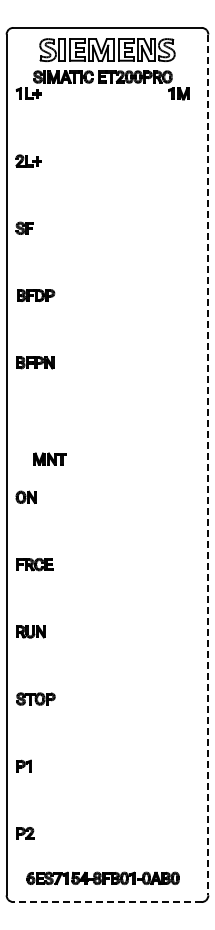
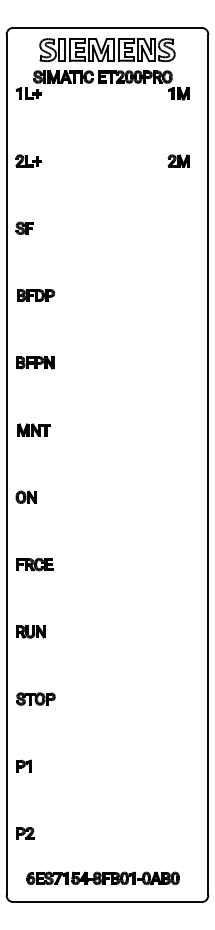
part at (178, 160): none -> present
part at (49, 458) position: (49, 458) -> (33, 429)
line at (208, 465): dashed -> solid
line at (107, 902): dashed -> solid
